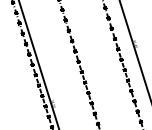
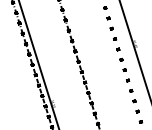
line at (122, 64): present -> none
